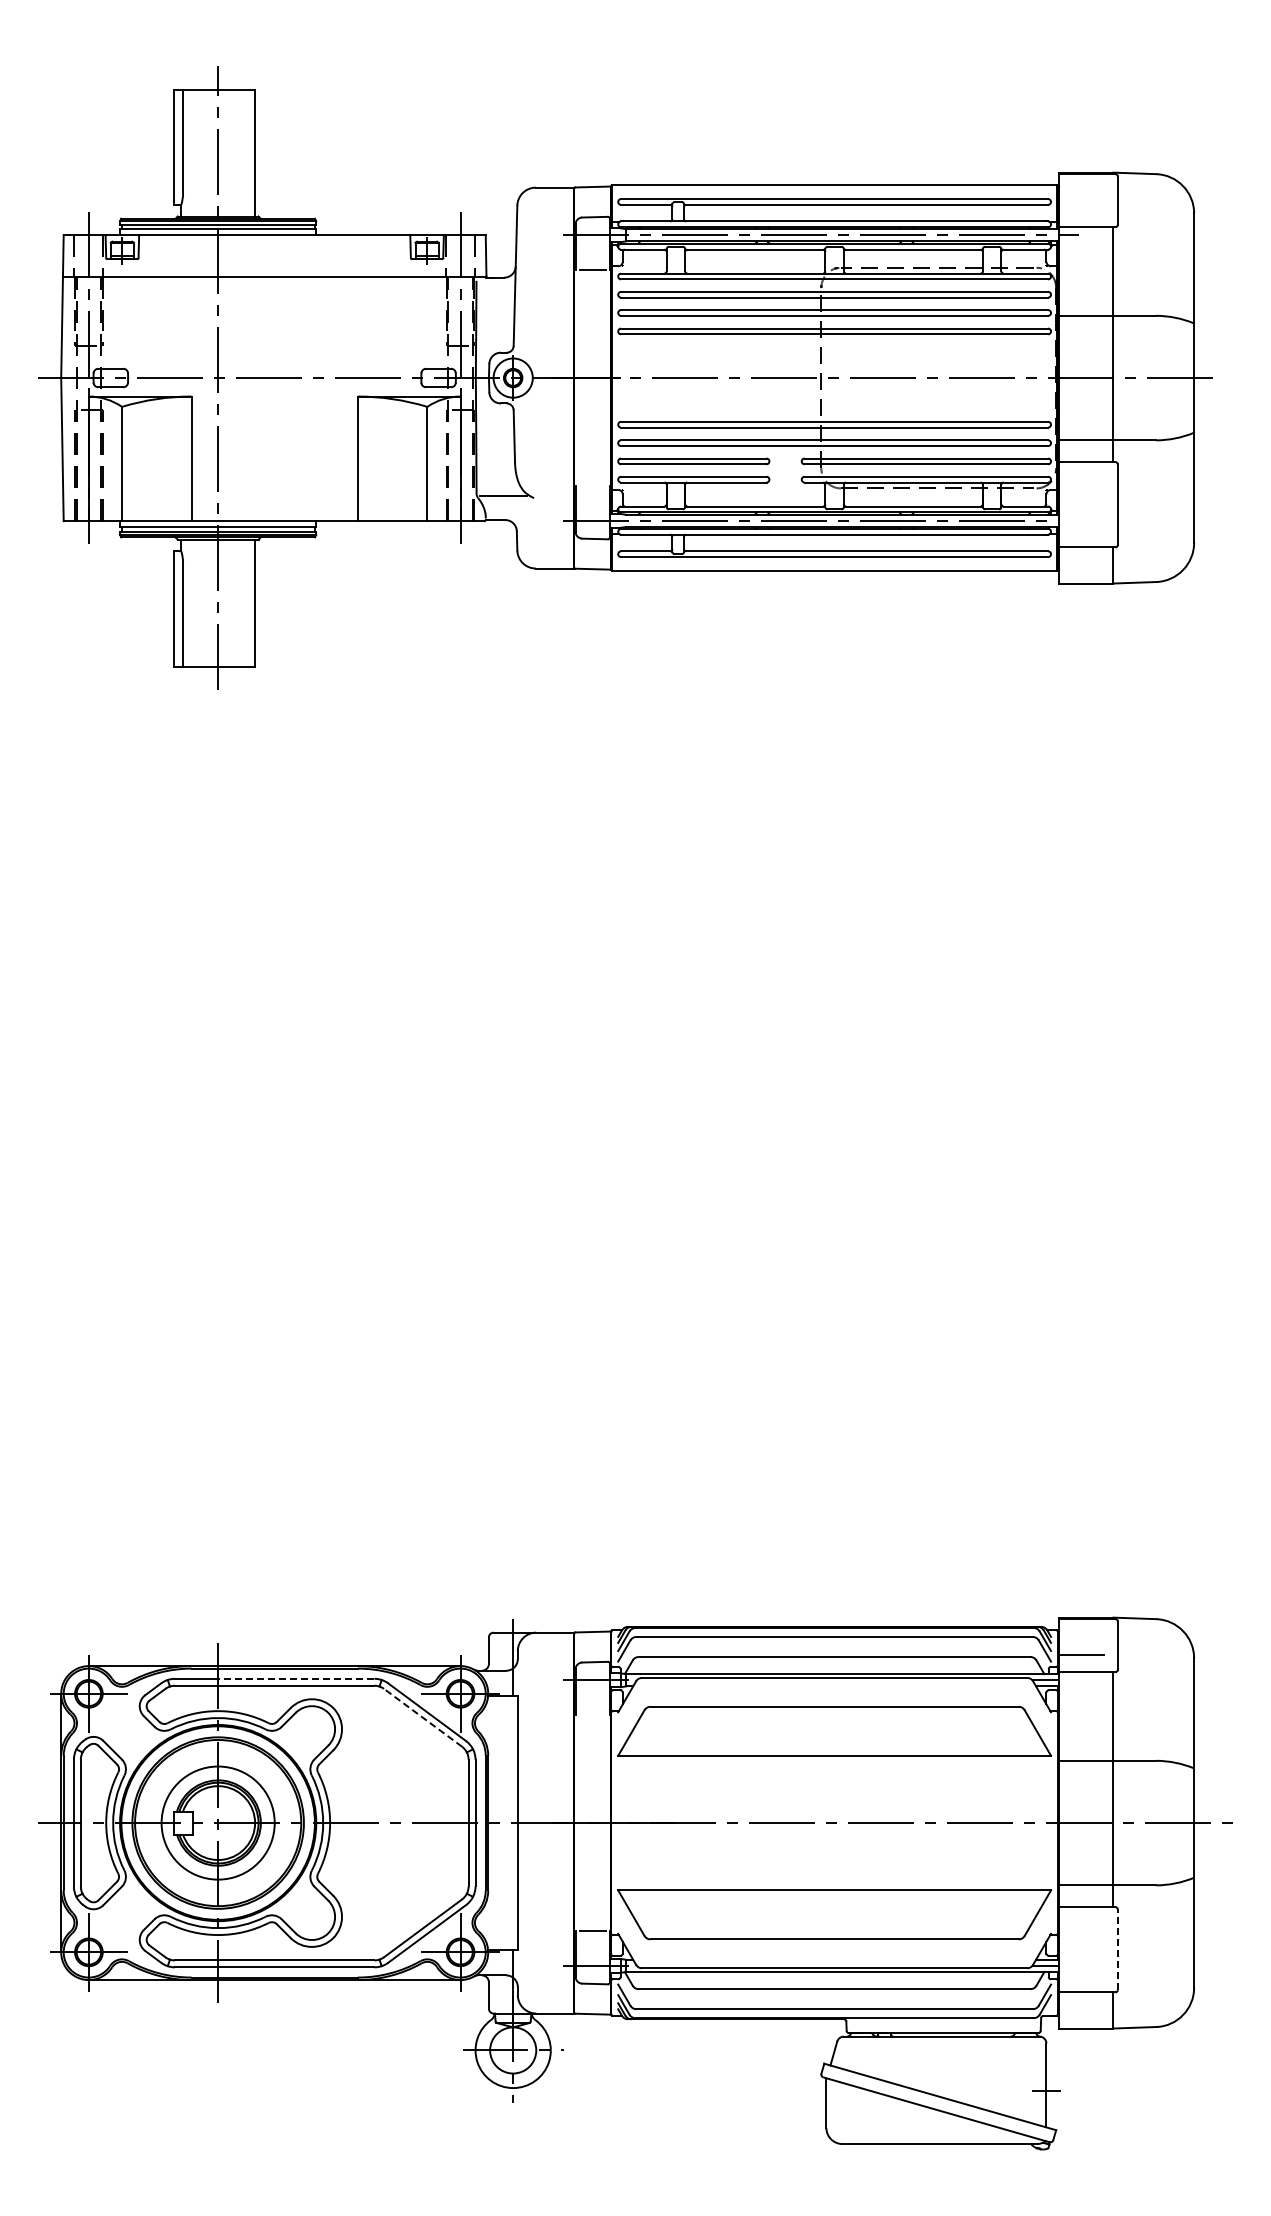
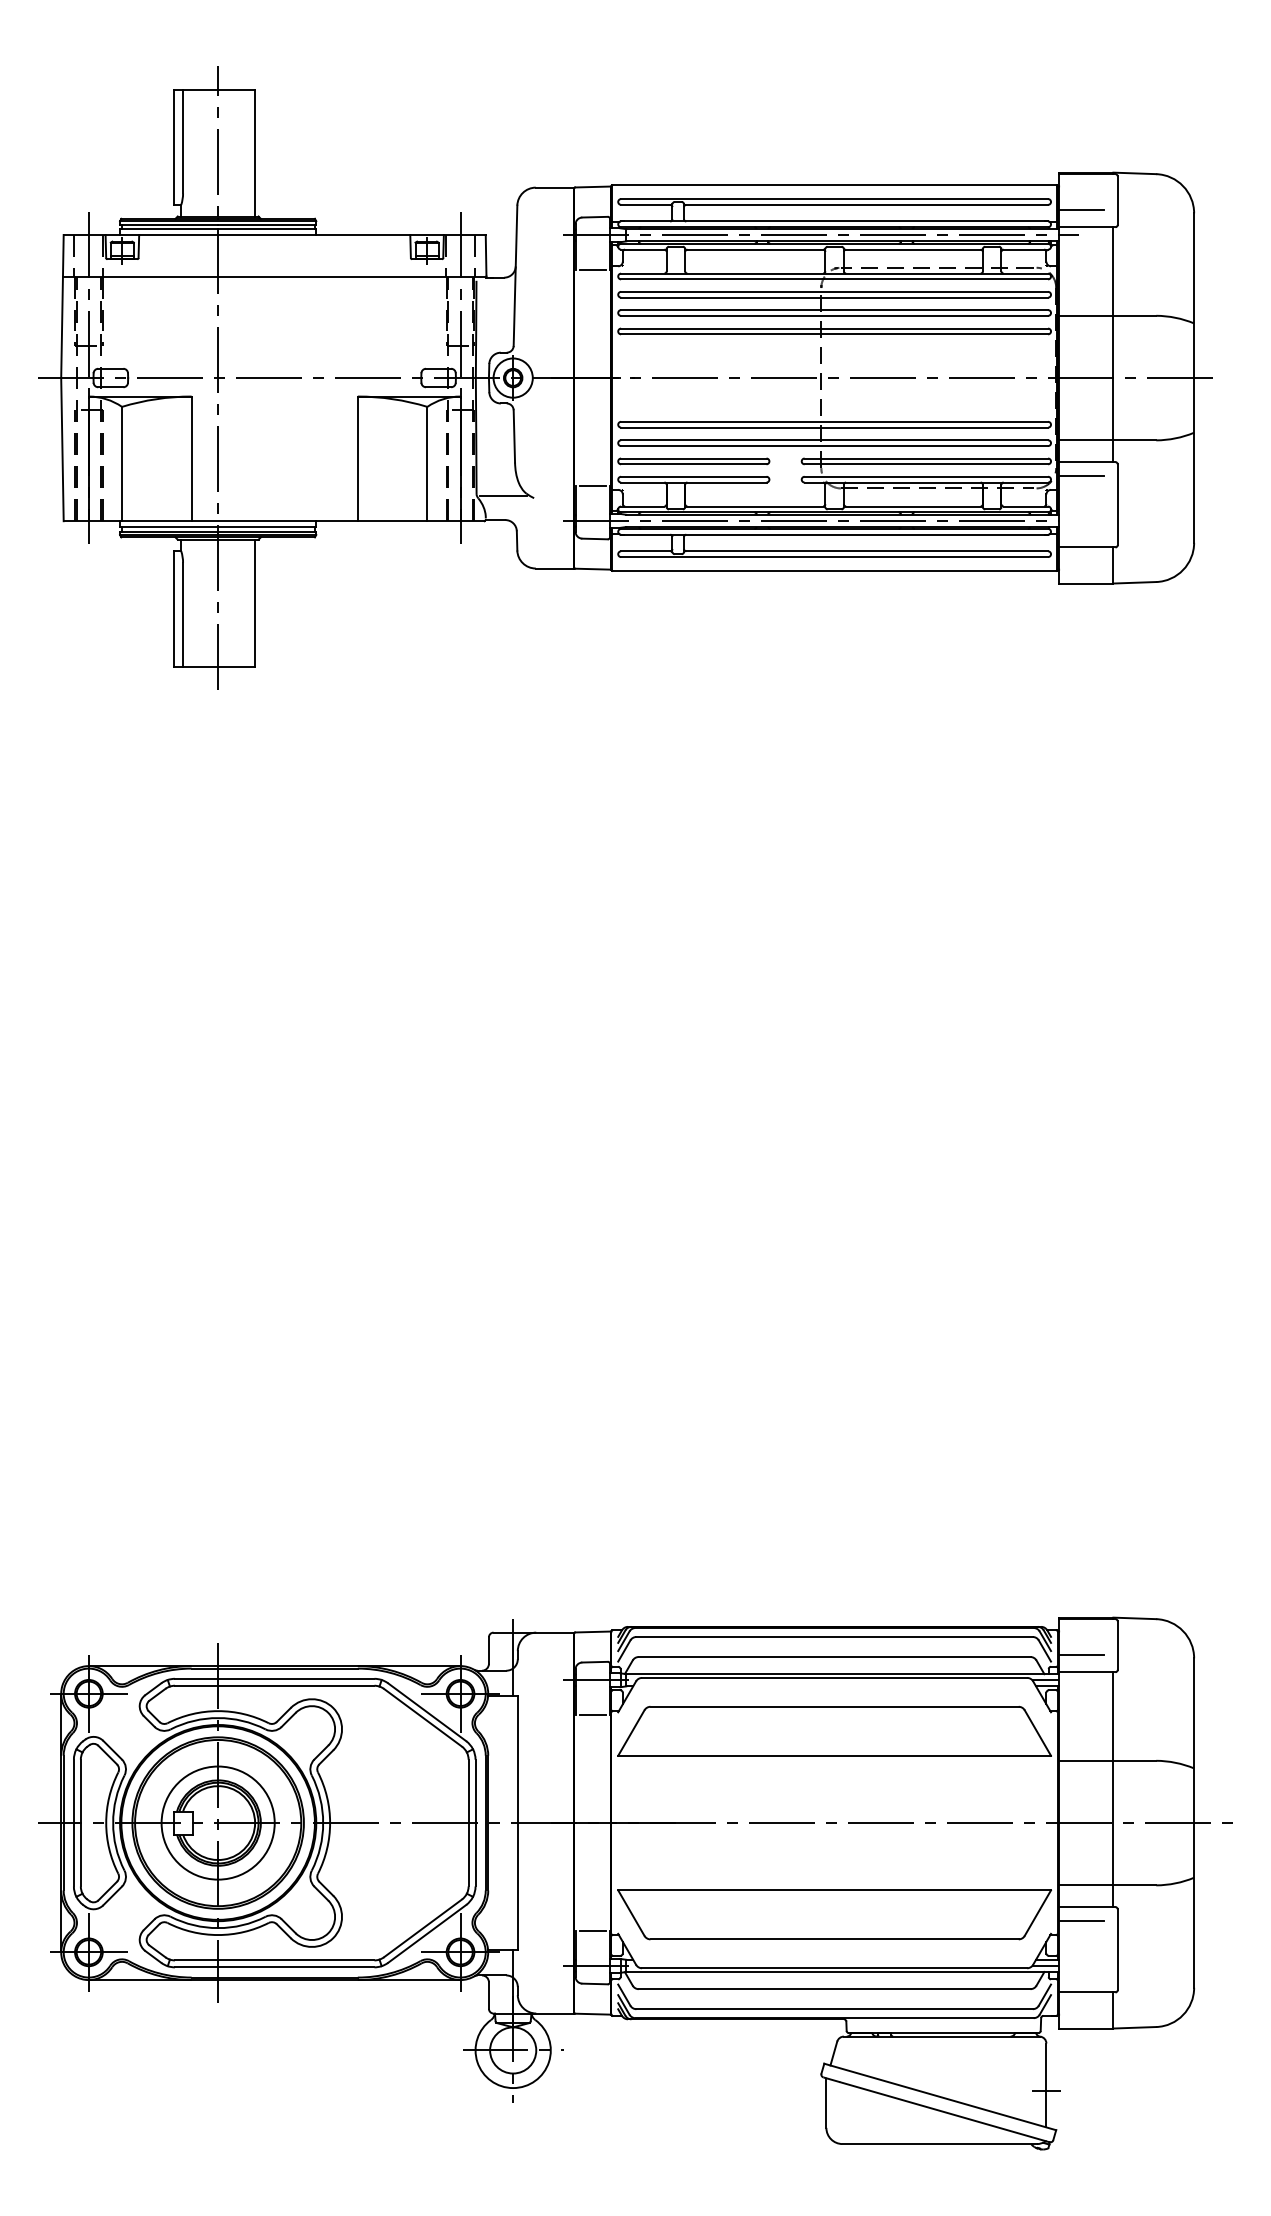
line at (1081, 209): none -> present
line at (1081, 476): none -> present
line at (592, 486): none -> present
line at (295, 1678): dashed -> solid
line at (592, 1715): none -> present
line at (423, 1717): dashed -> solid
line at (1081, 1921): none -> present
line at (1117, 1949): dashed -> solid
